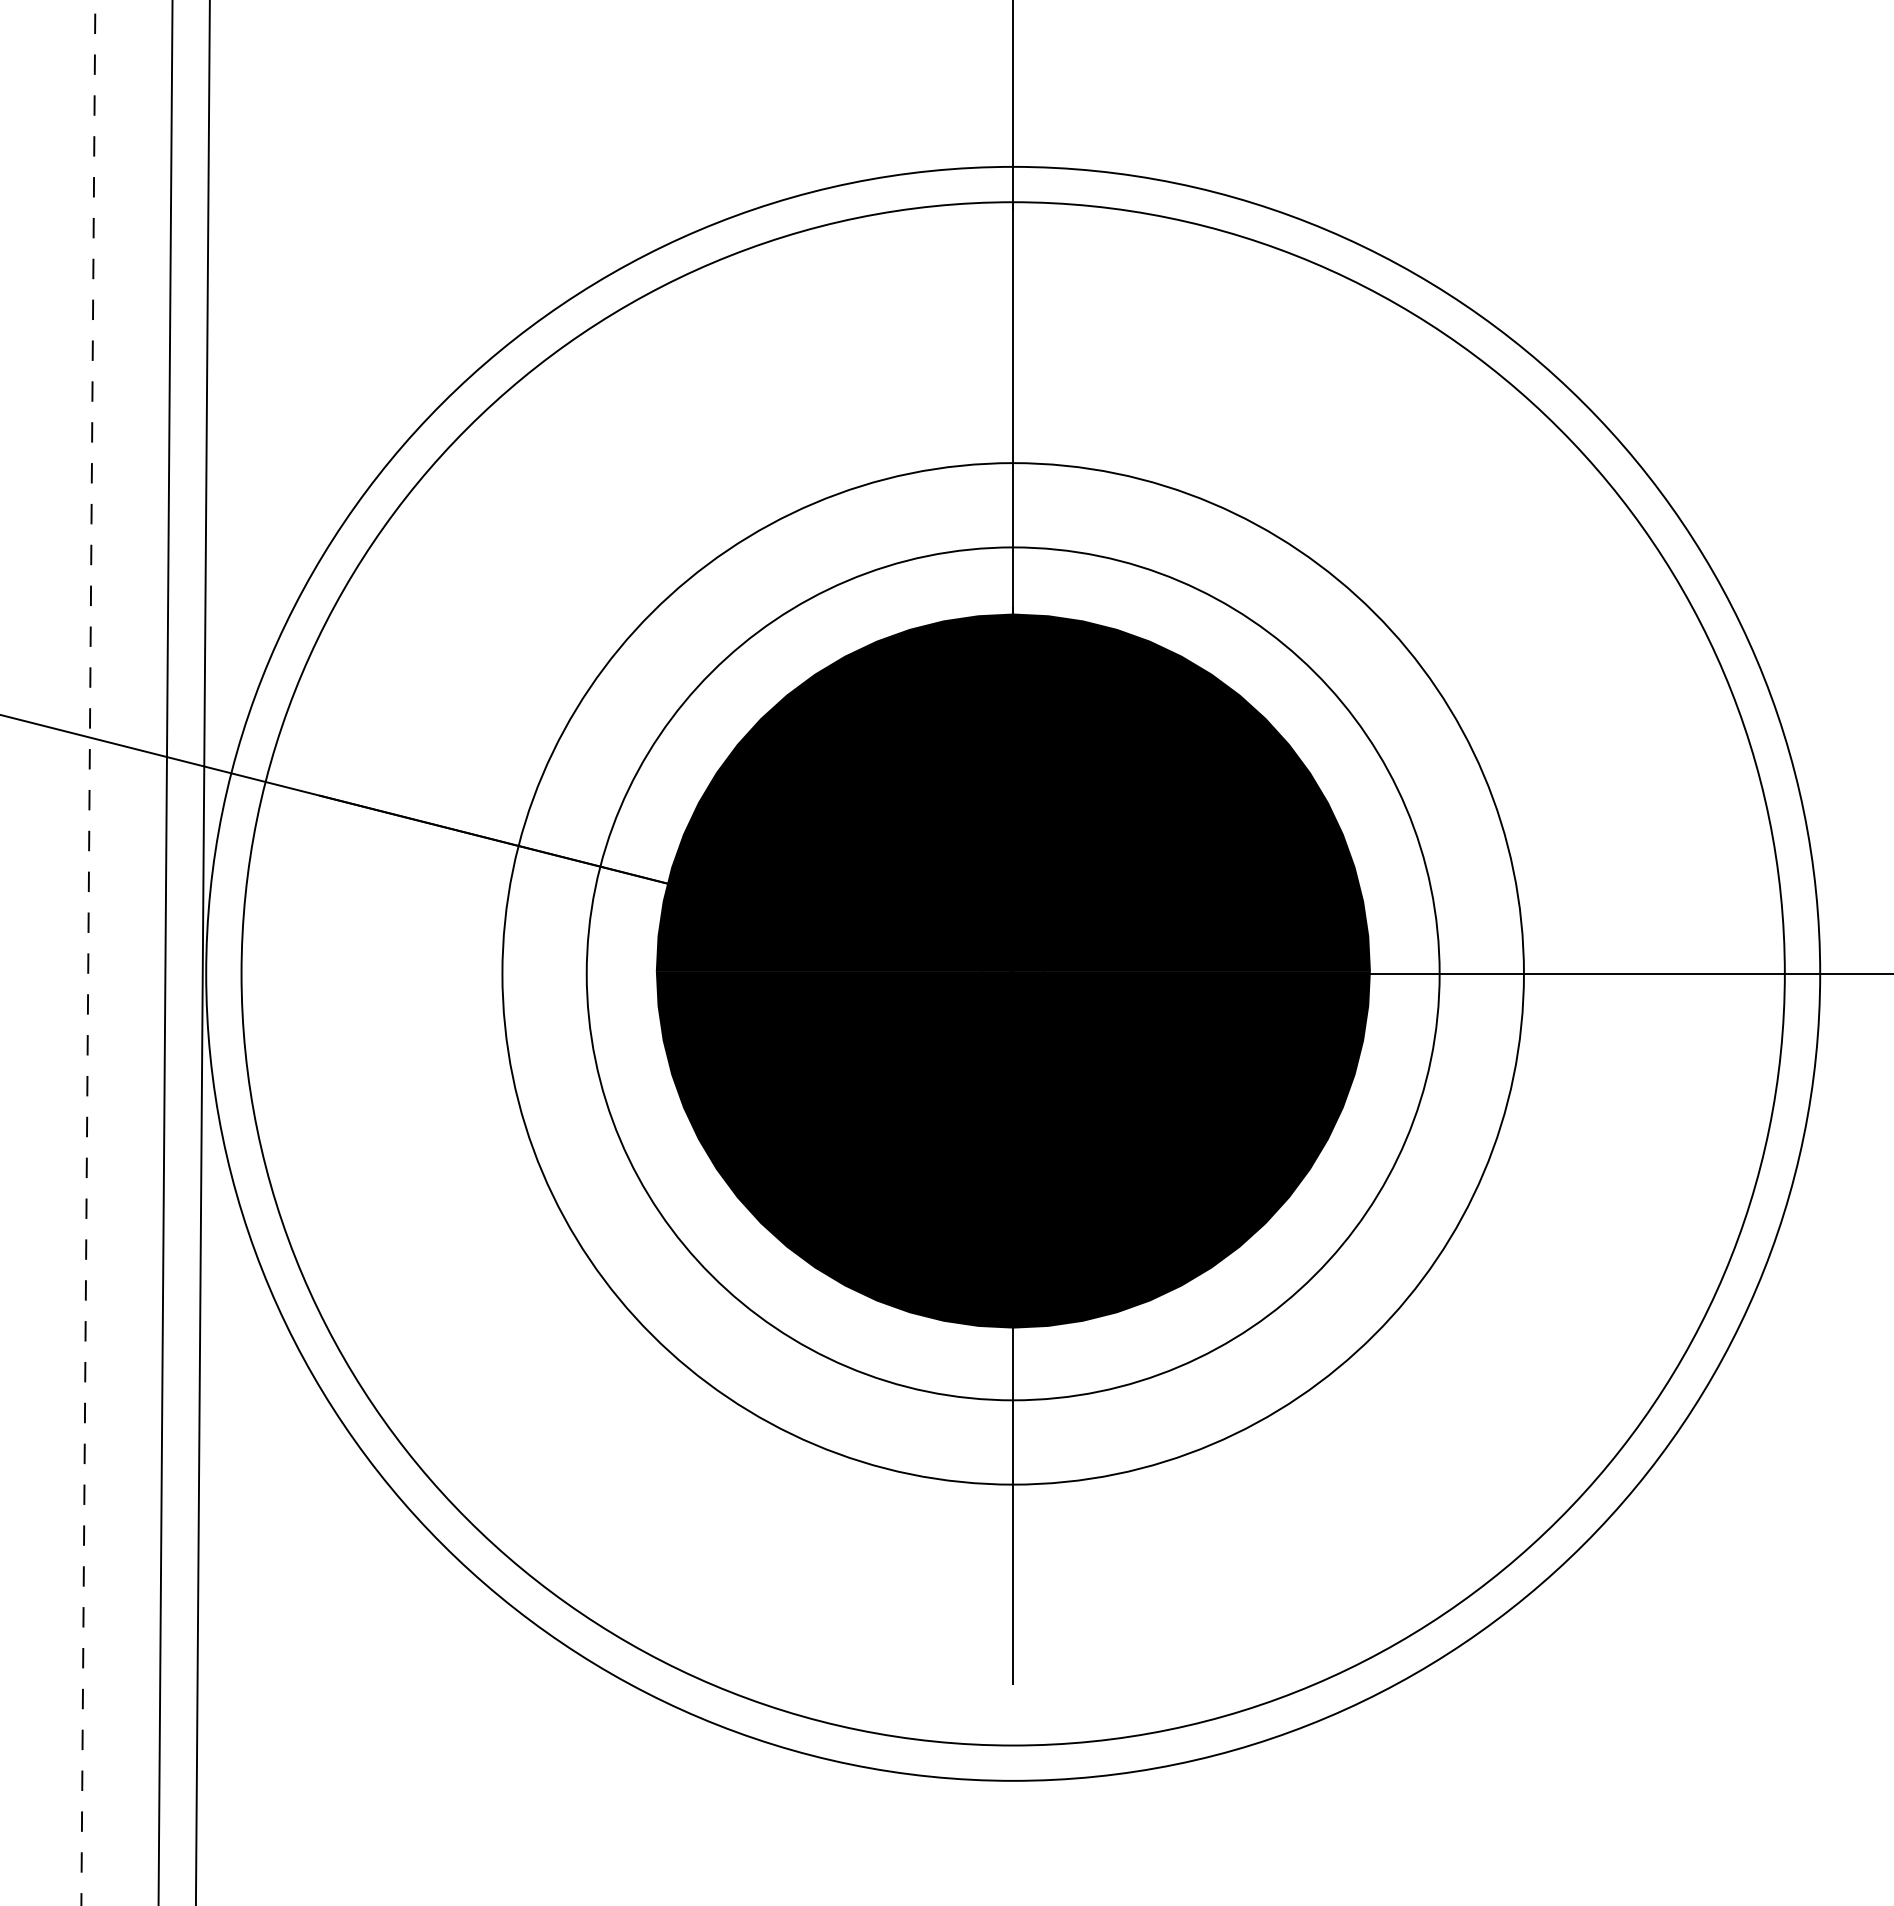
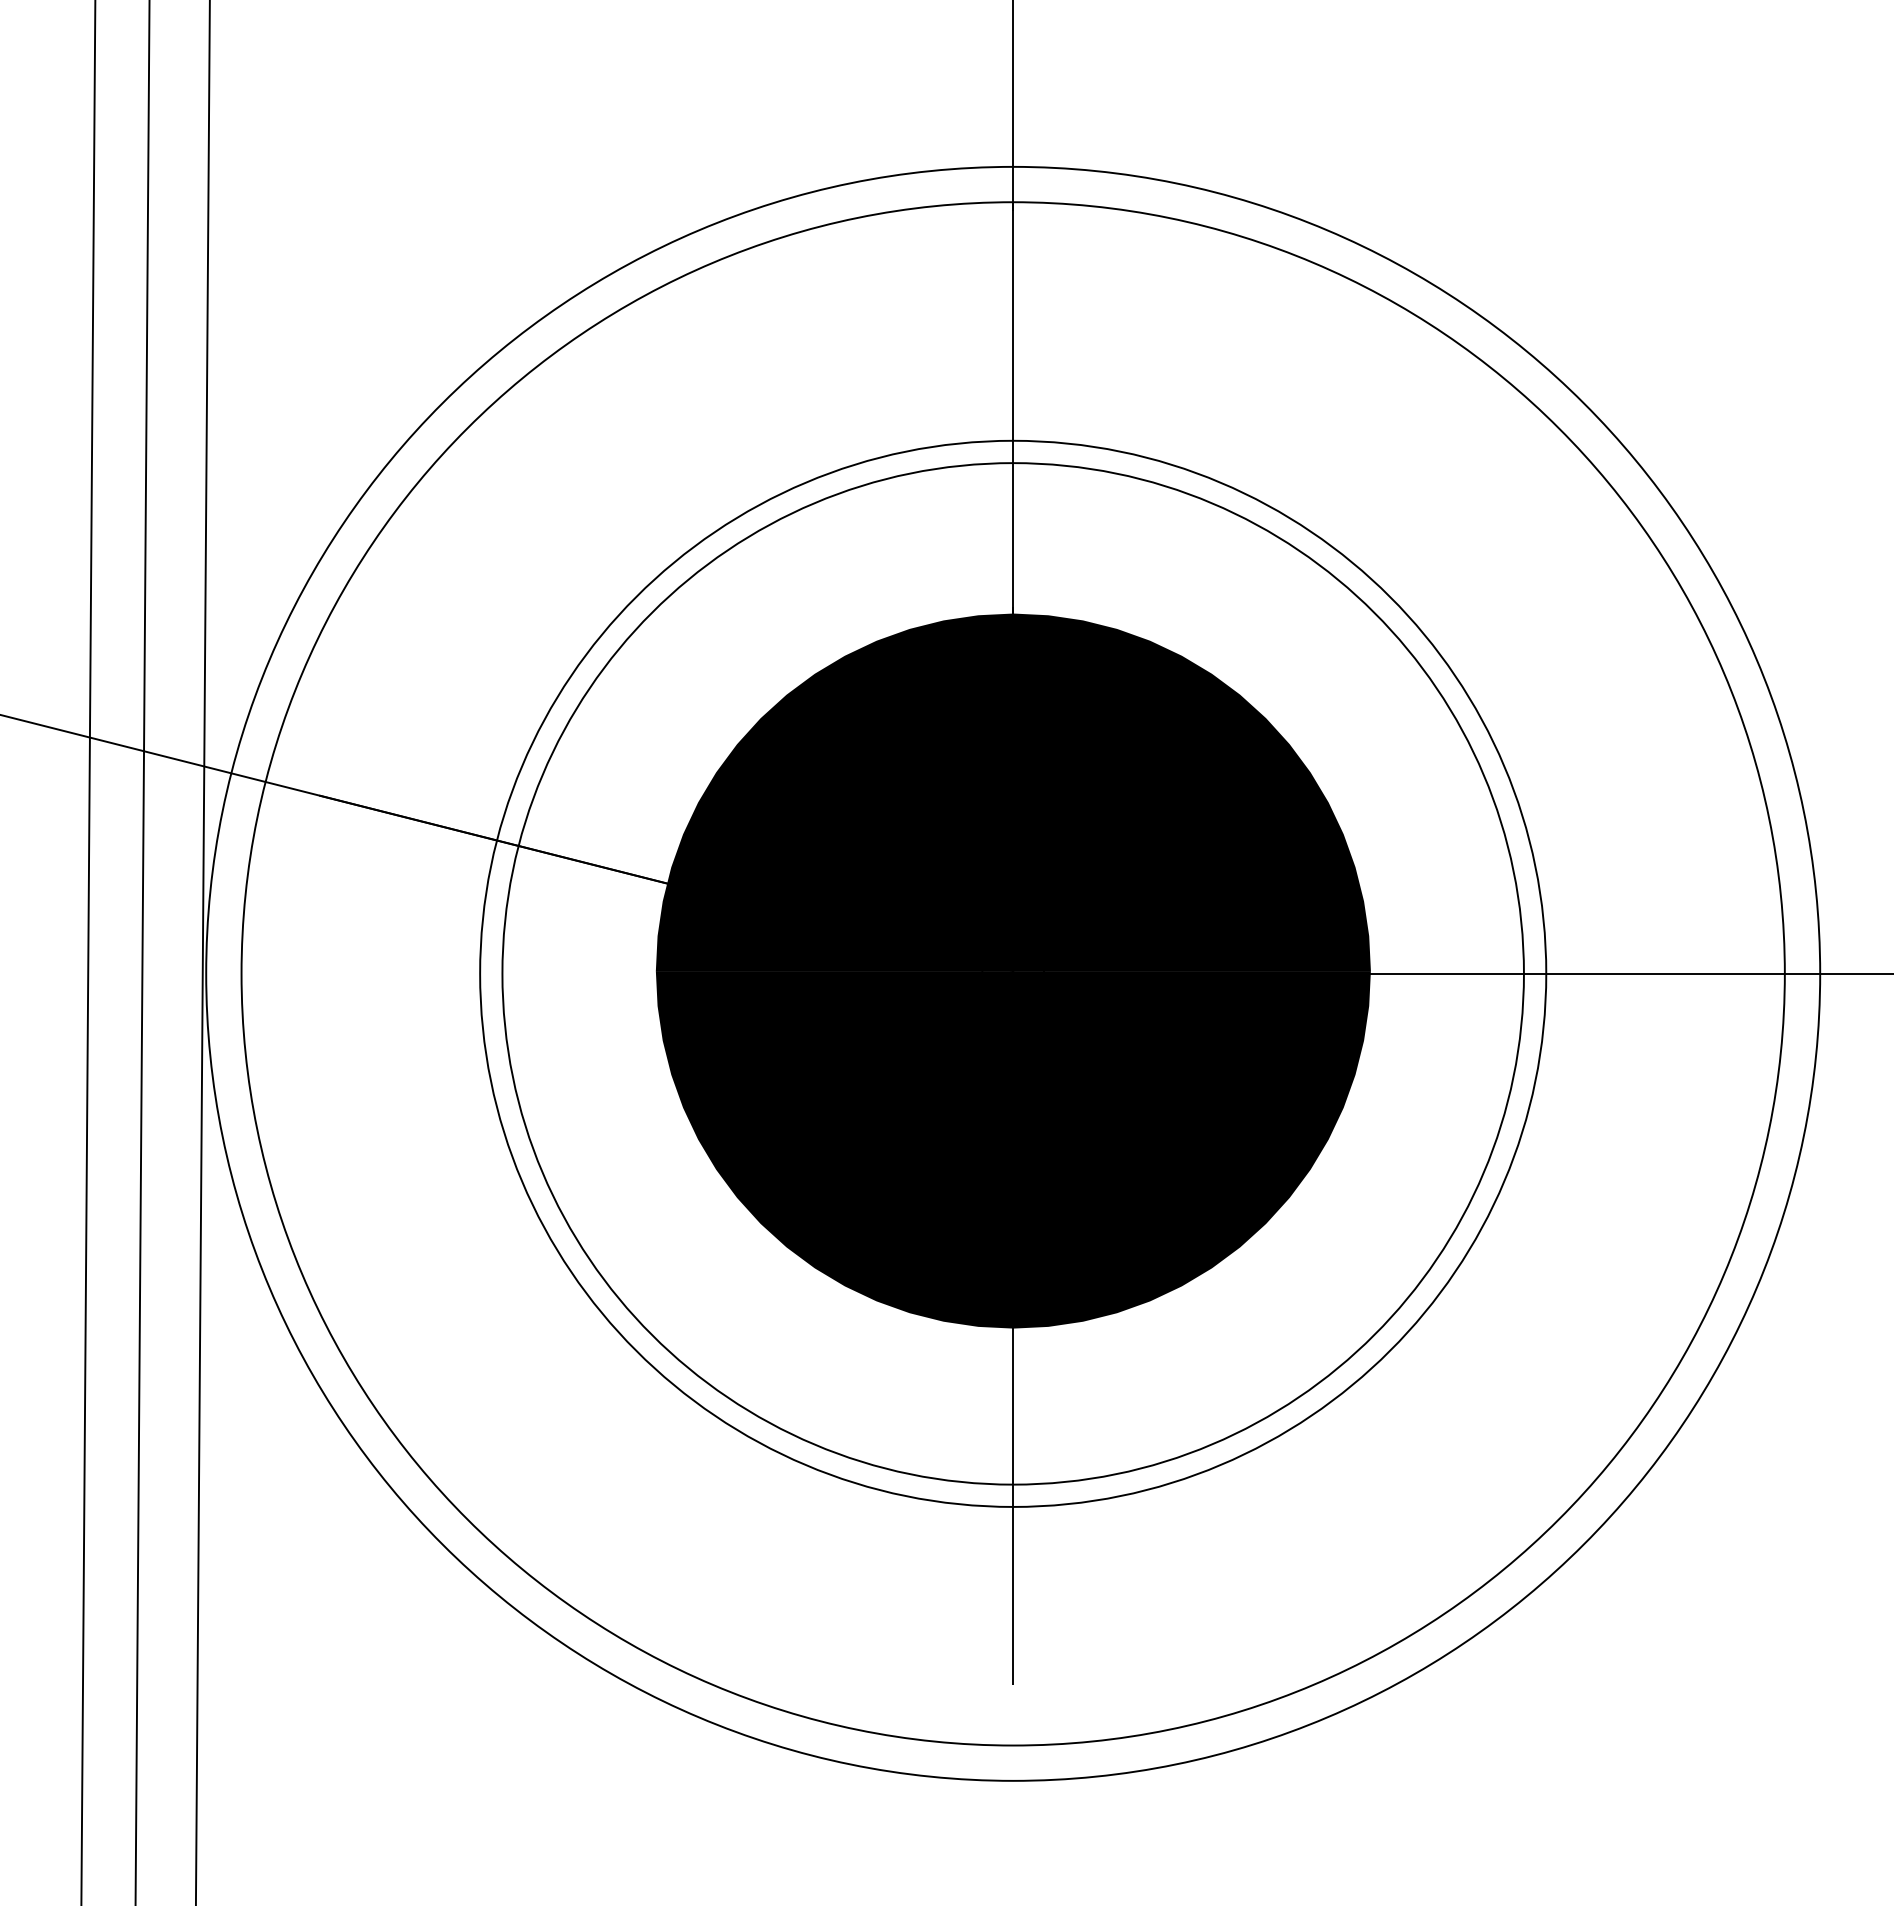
line at (165, 952) position: (165, 952) -> (142, 952)
line at (88, 953): dashed -> solid
circle at (1012, 973) diameter: 853 px -> 1066 px
